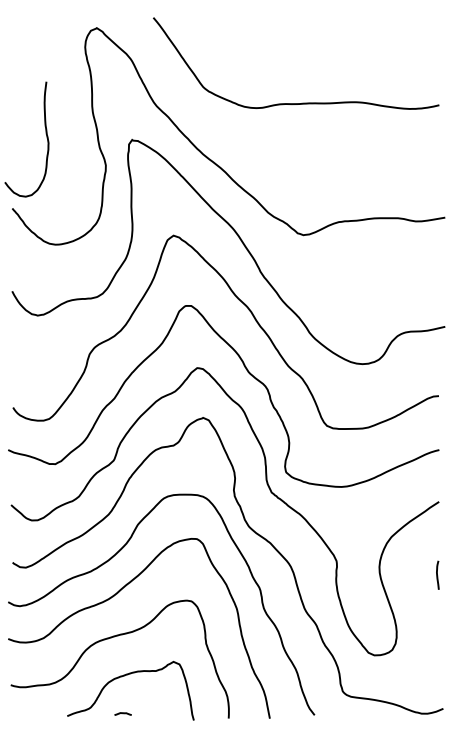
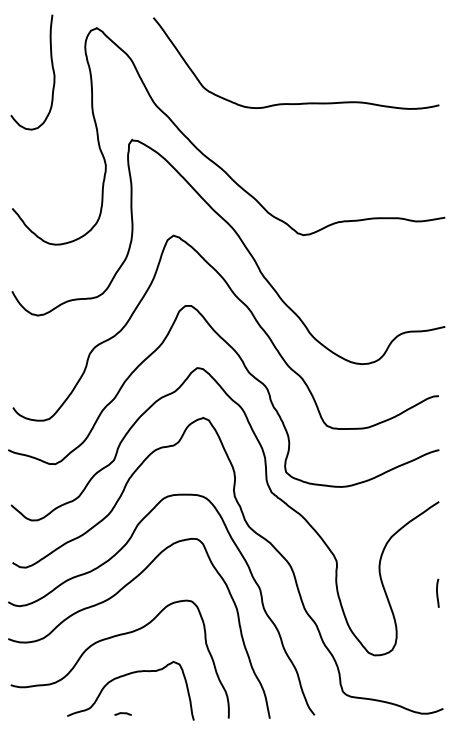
curve at (45, 133) position: (45, 133) -> (51, 66)
curve at (437, 574) position: (437, 574) -> (437, 592)
